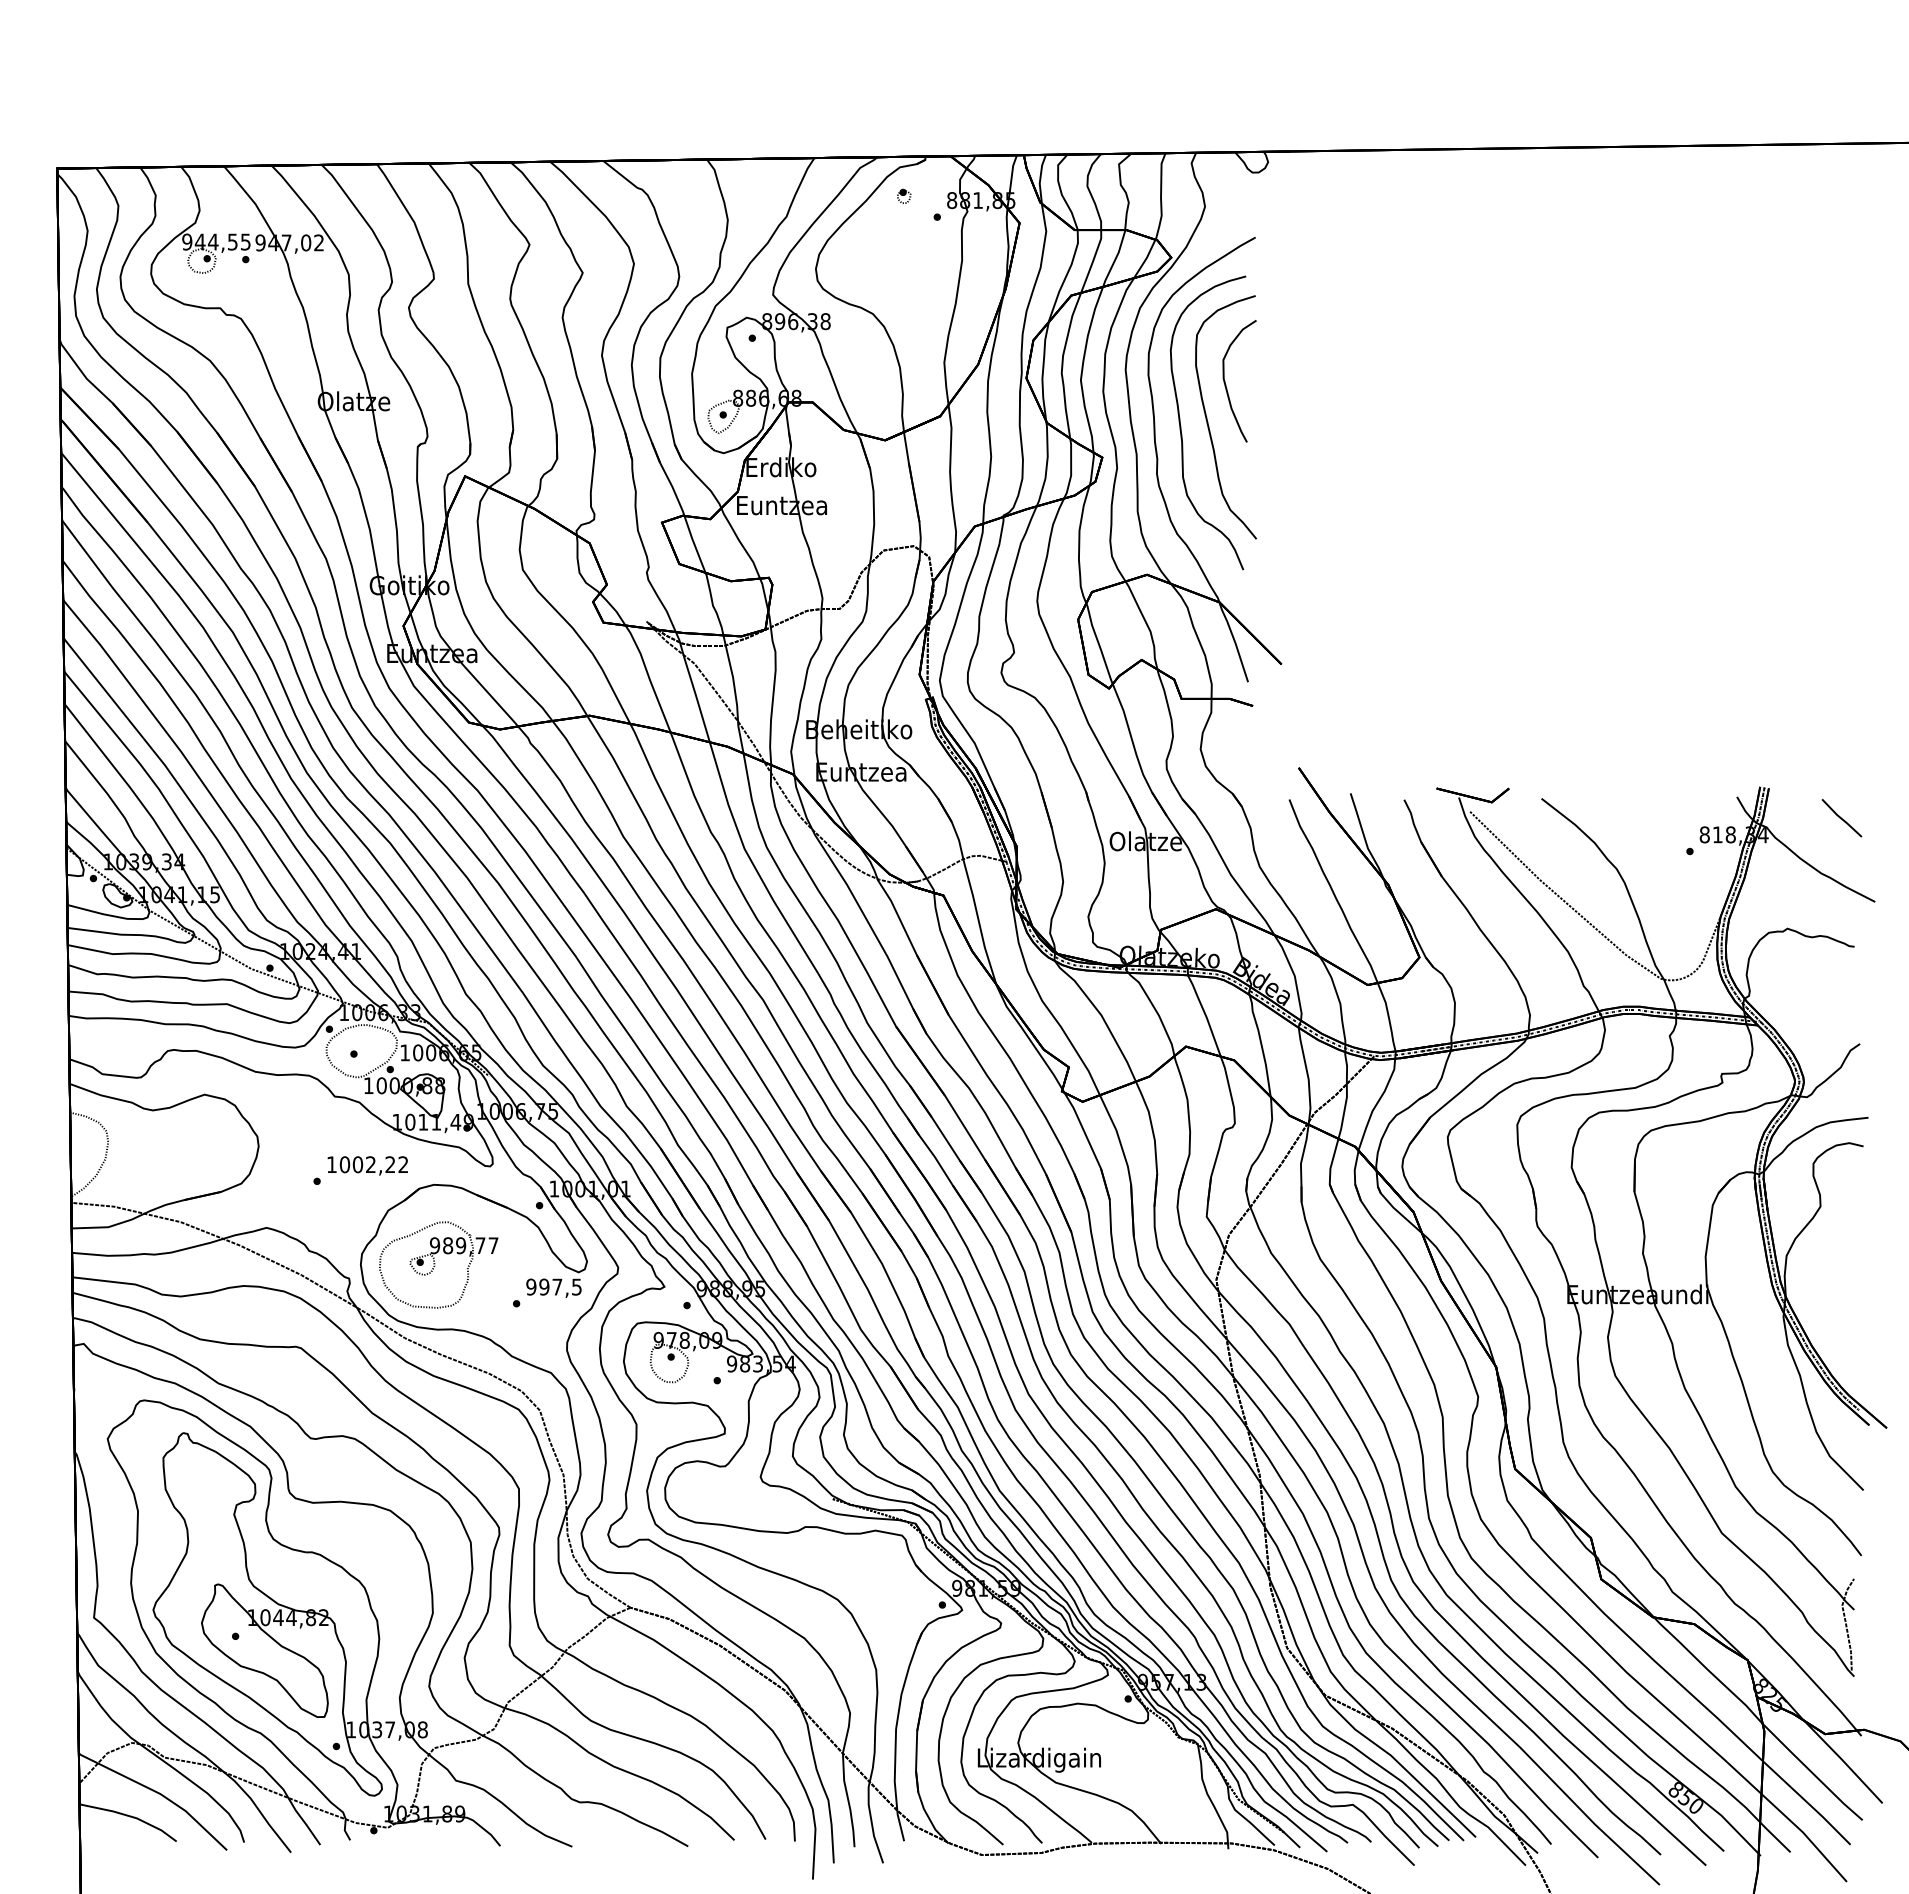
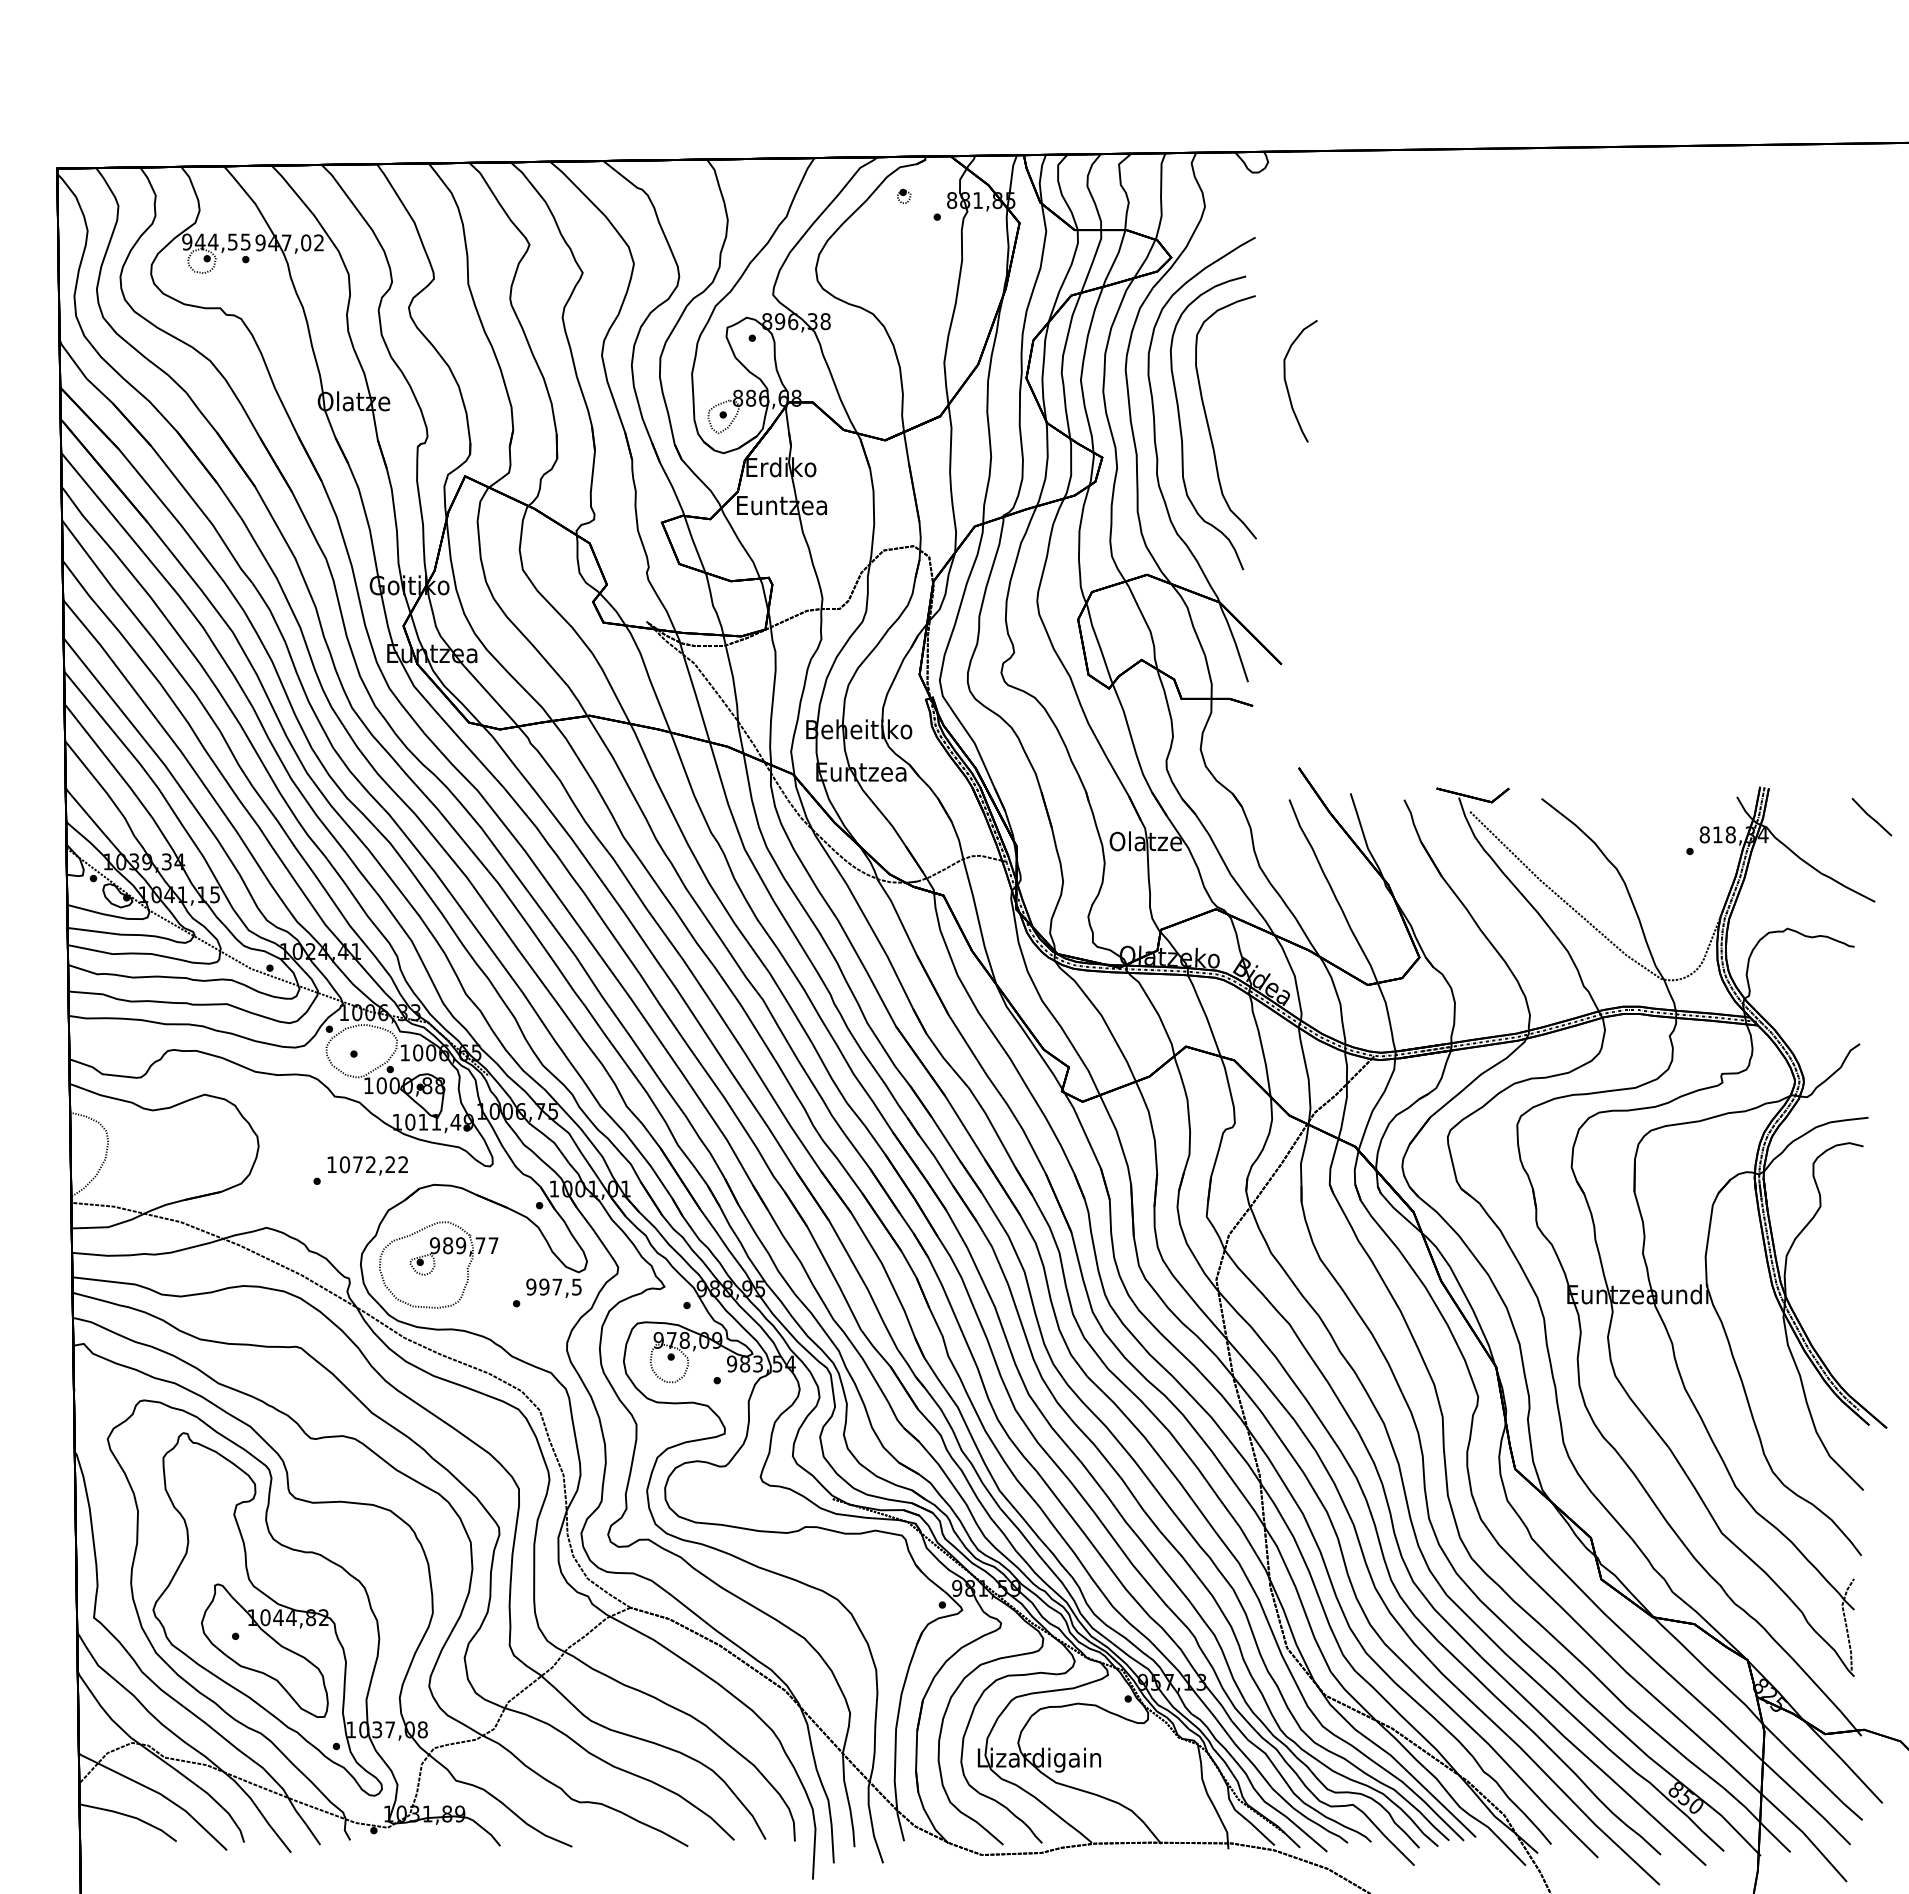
curve at (1226, 384) position: (1226, 384) -> (1287, 384)
line at (1841, 818) position: (1841, 818) -> (1871, 817)
text at (357, 1164): 1002,22 -> 1072,22
